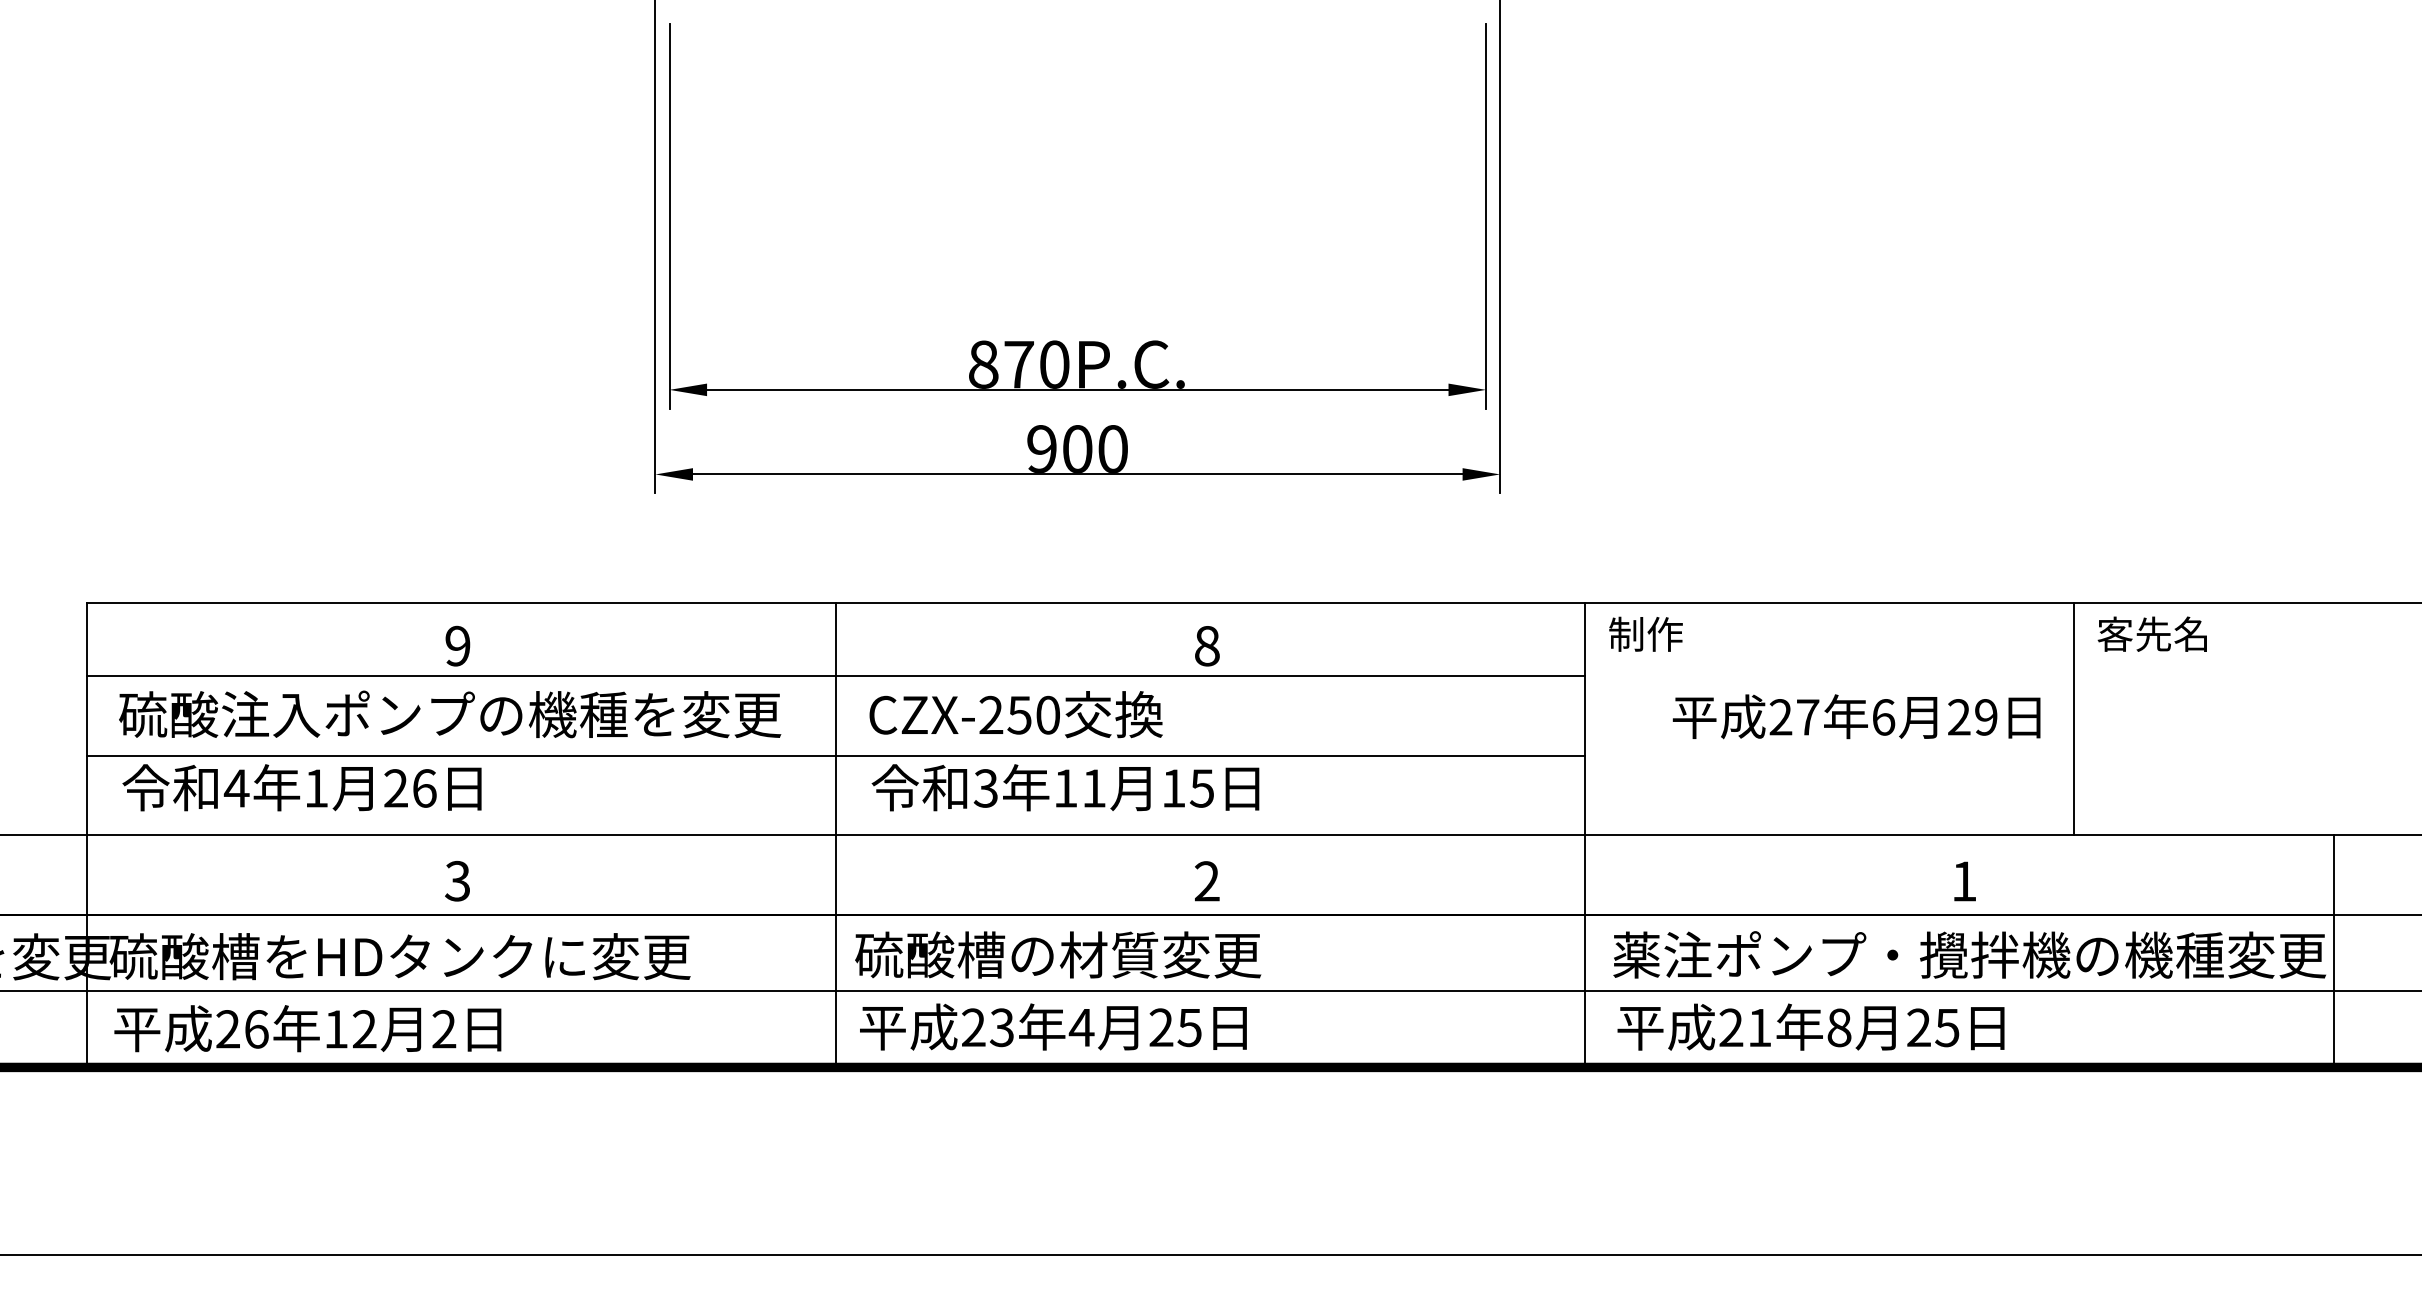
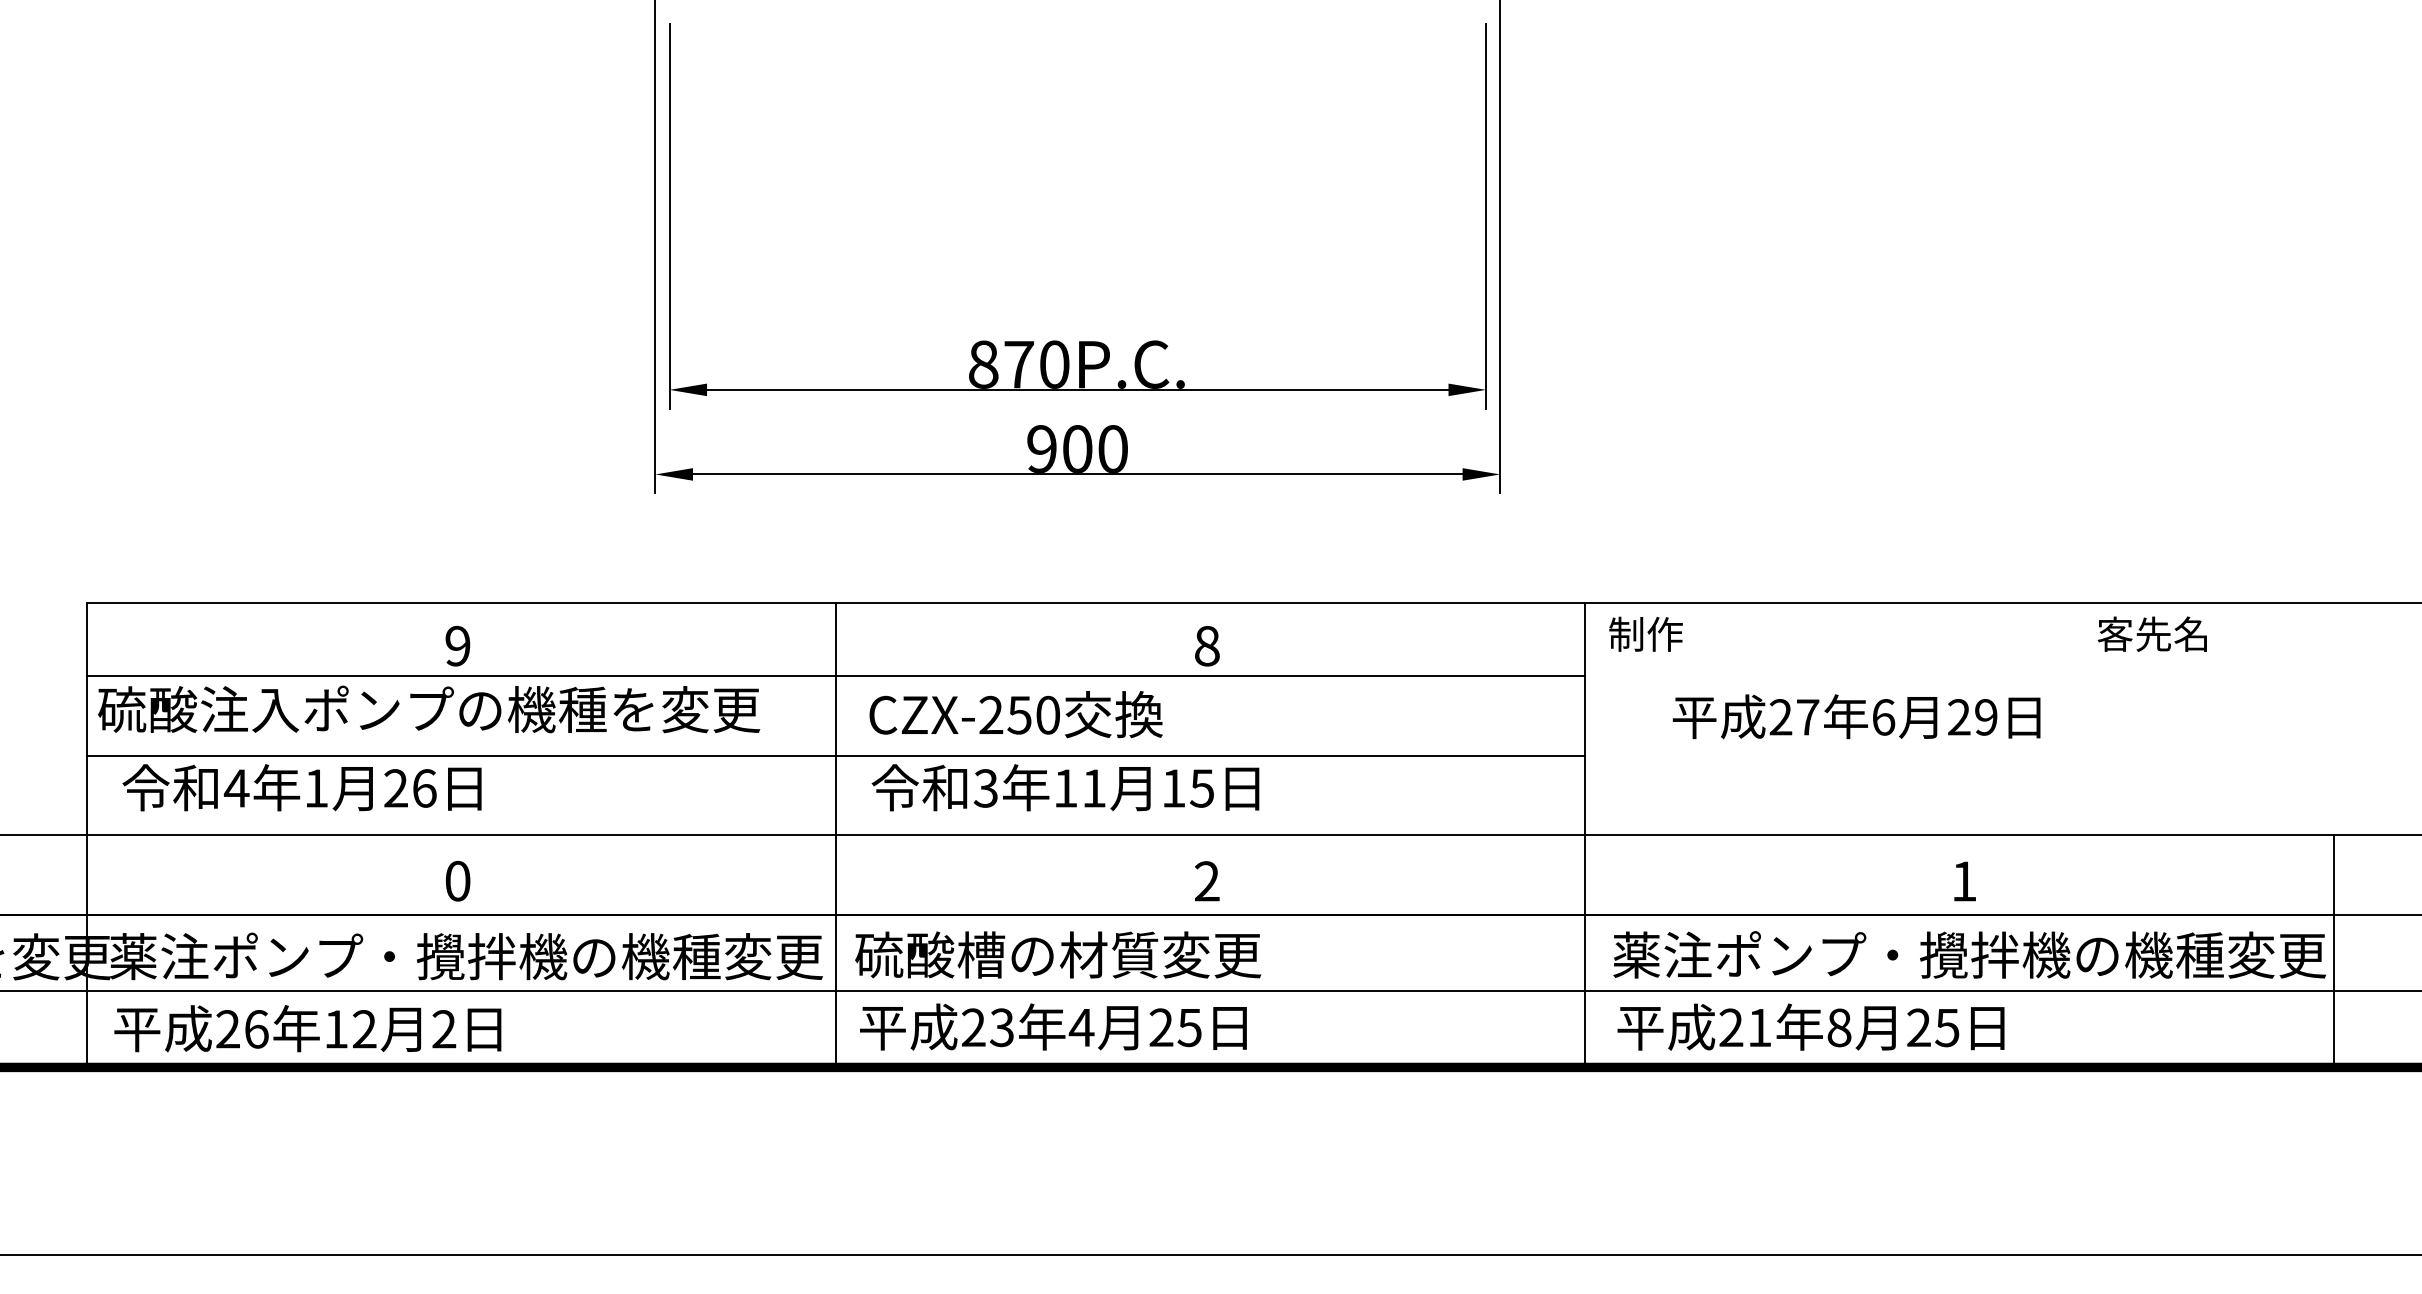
text at (450, 714) position: (450, 714) -> (429, 709)
line at (2073, 719): present -> none
text at (457, 881): 3 -> 0
text at (466, 956): 硫酸槽をHDタンクに変更 -> 薬注ポンプ・攪拌機の機種変更
